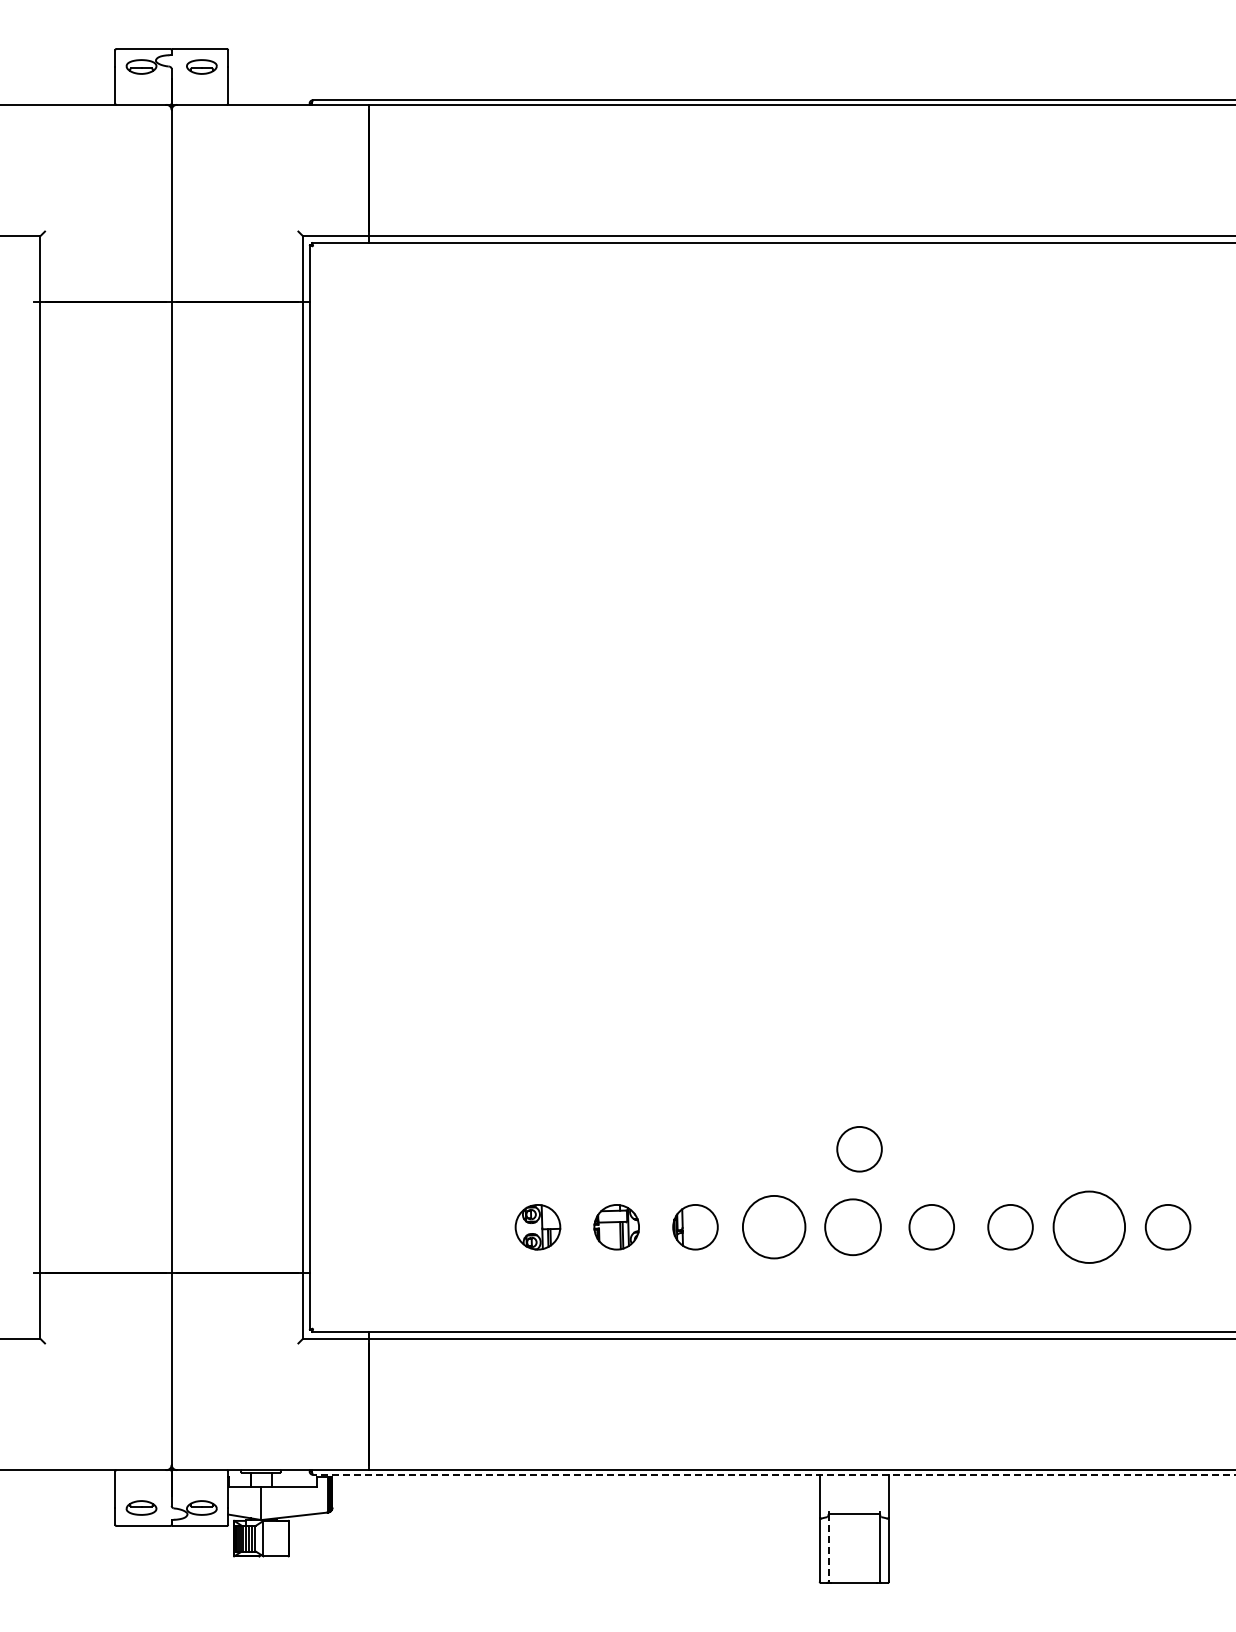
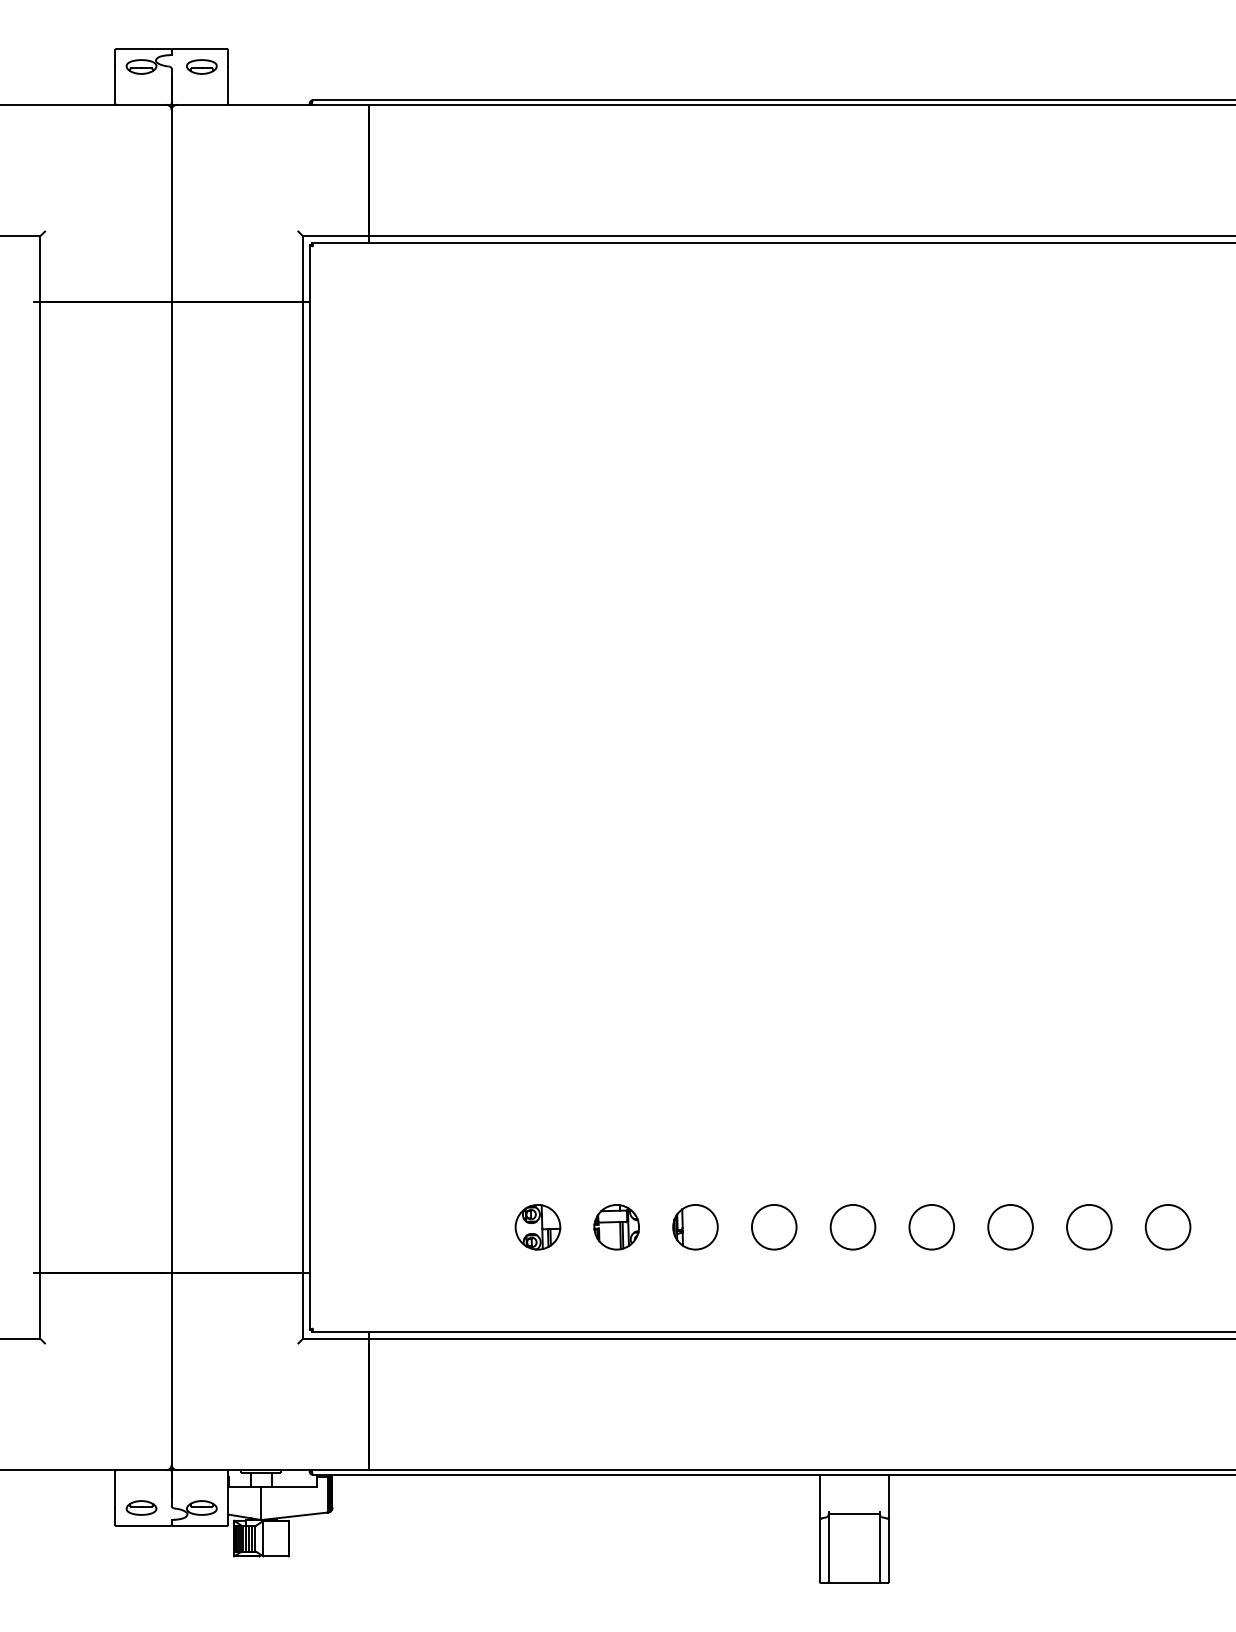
circle at (859, 1149): present -> none
circle at (1089, 1226) diameter: 71 px -> 45 px
circle at (774, 1227) size: 65x65 px -> 47x47 px
circle at (852, 1227) diameter: 56 px -> 45 px
line at (773, 1474): dashed -> solid
line at (828, 1548): dashed -> solid
